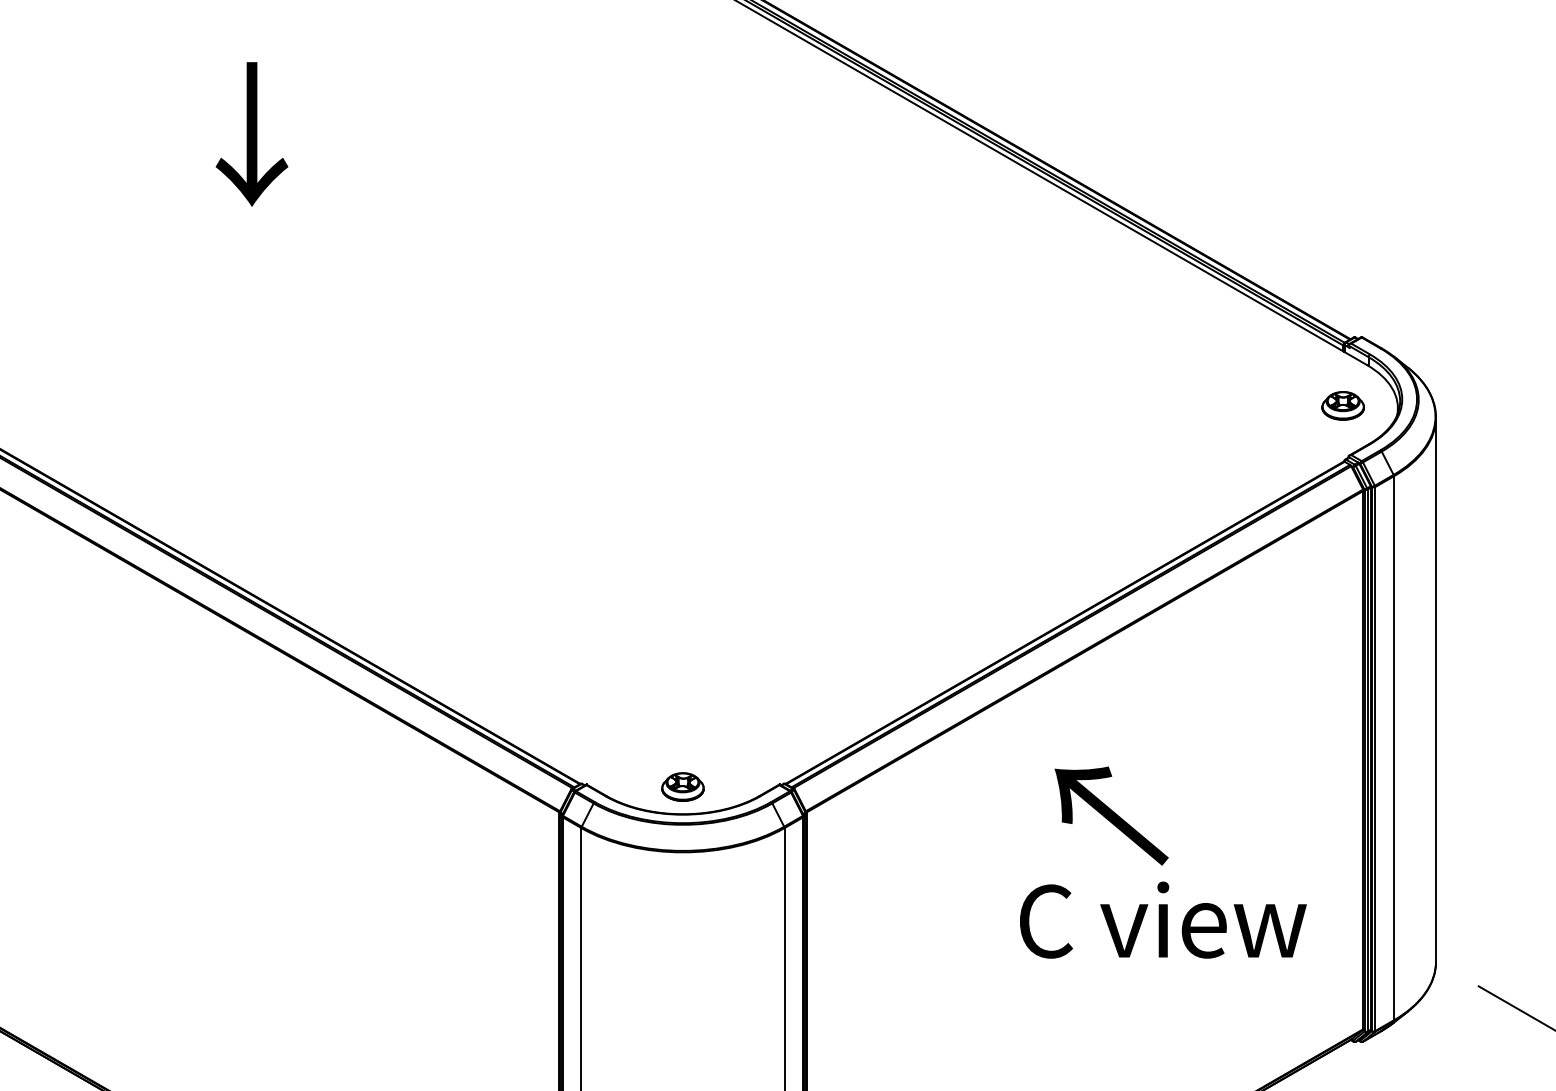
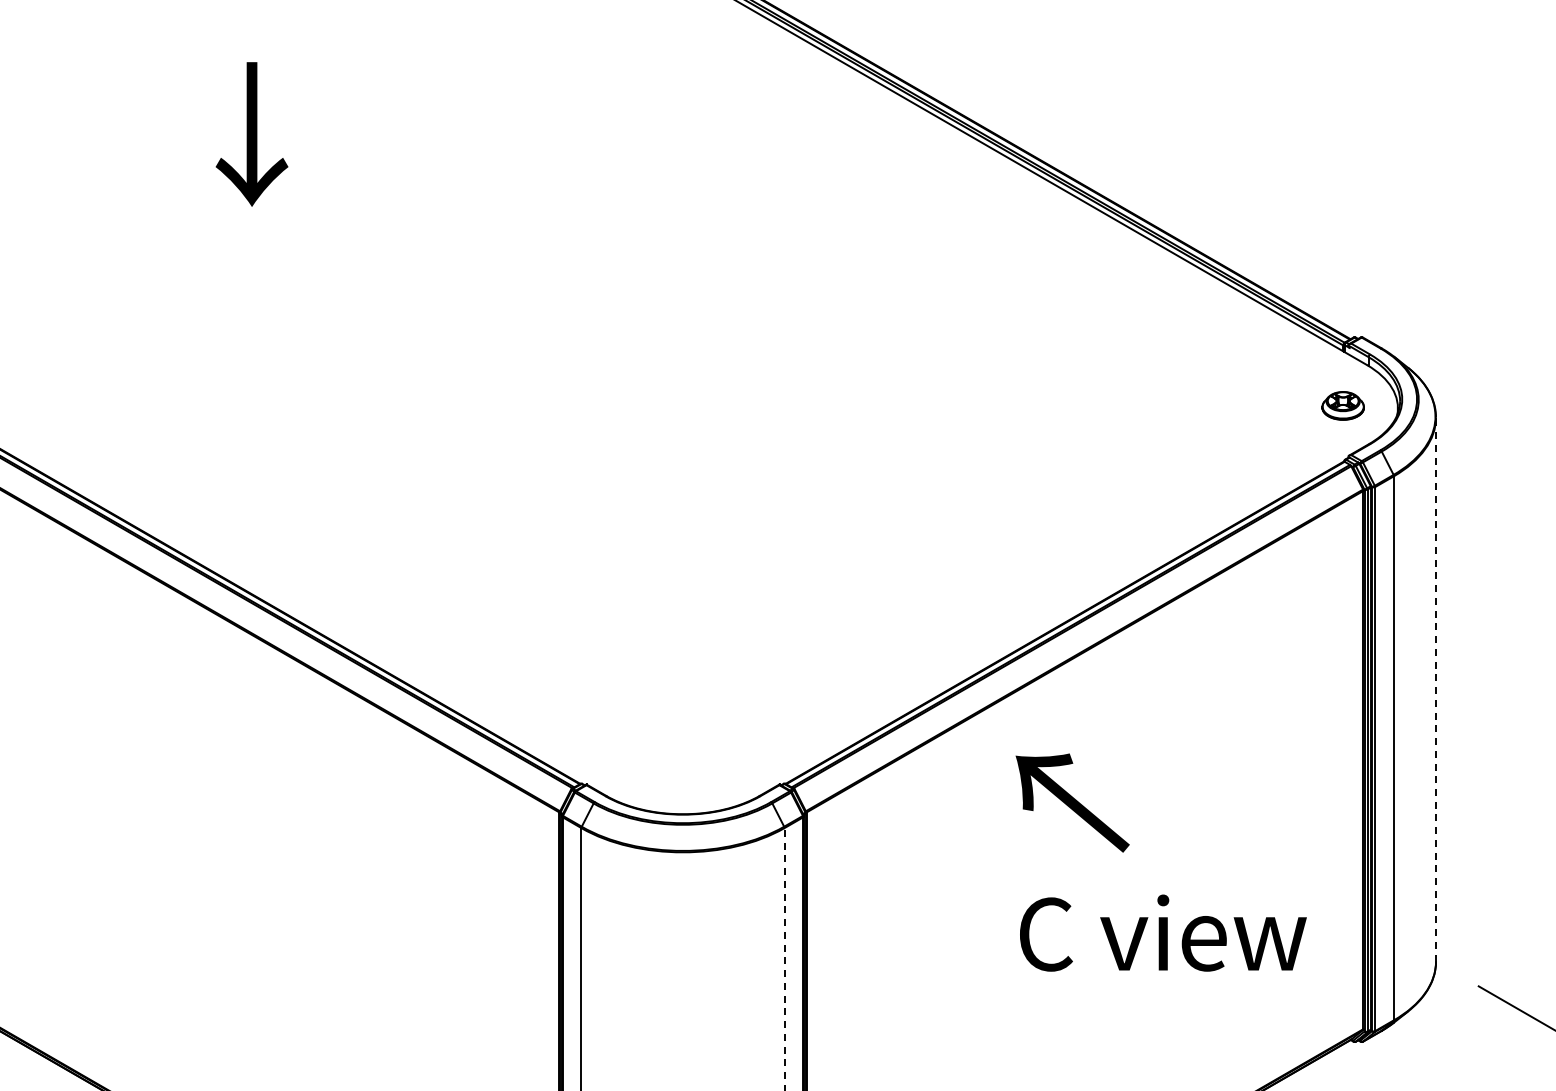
line at (1436, 689): solid -> dashed
part at (682, 786): present -> none
text at (1111, 815) position: (1111, 815) -> (1072, 802)
text at (1163, 919) position: (1163, 919) -> (1163, 932)
line at (784, 958): solid -> dashed
